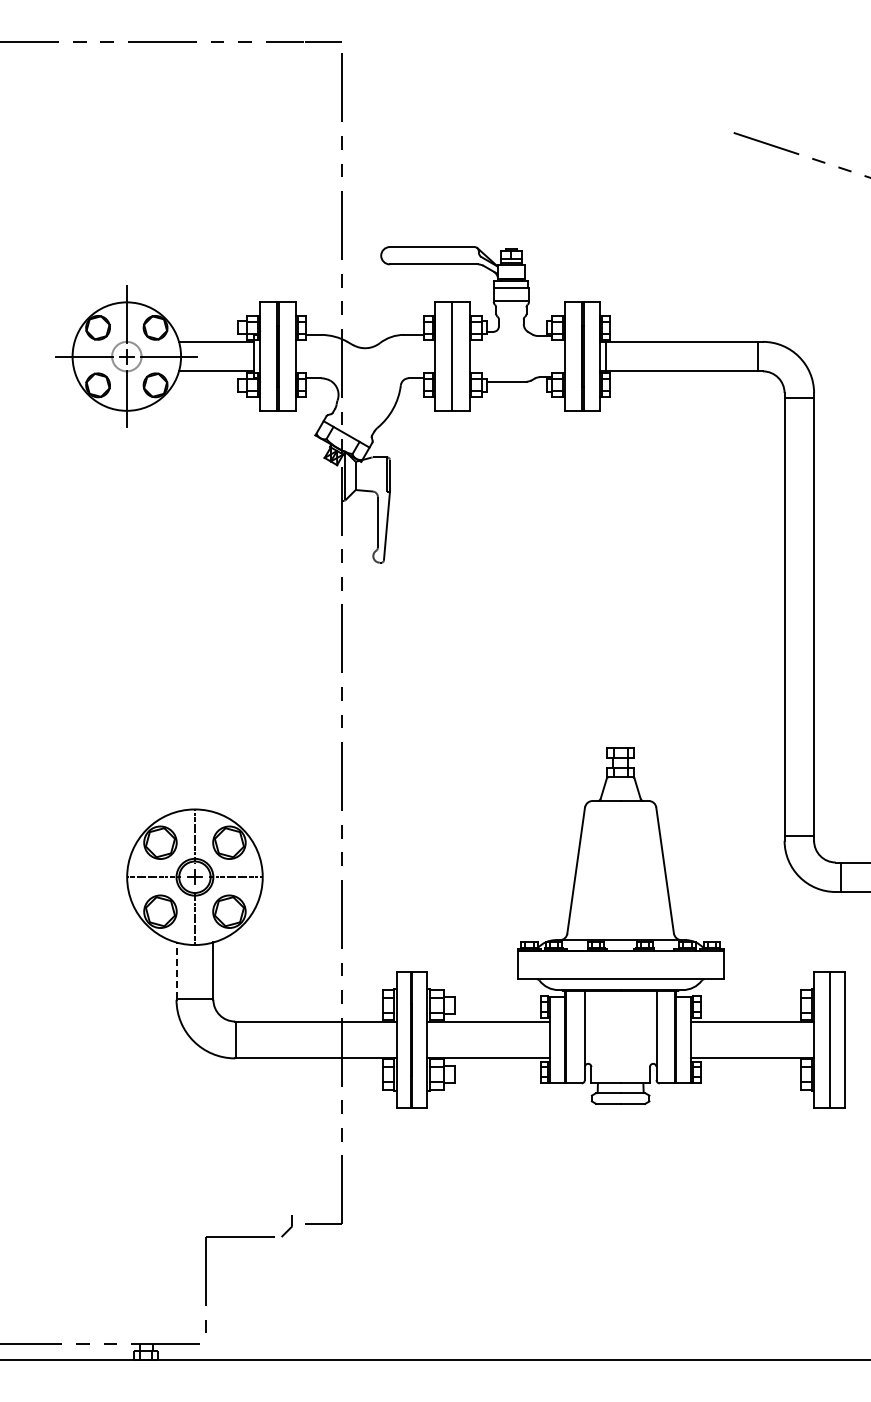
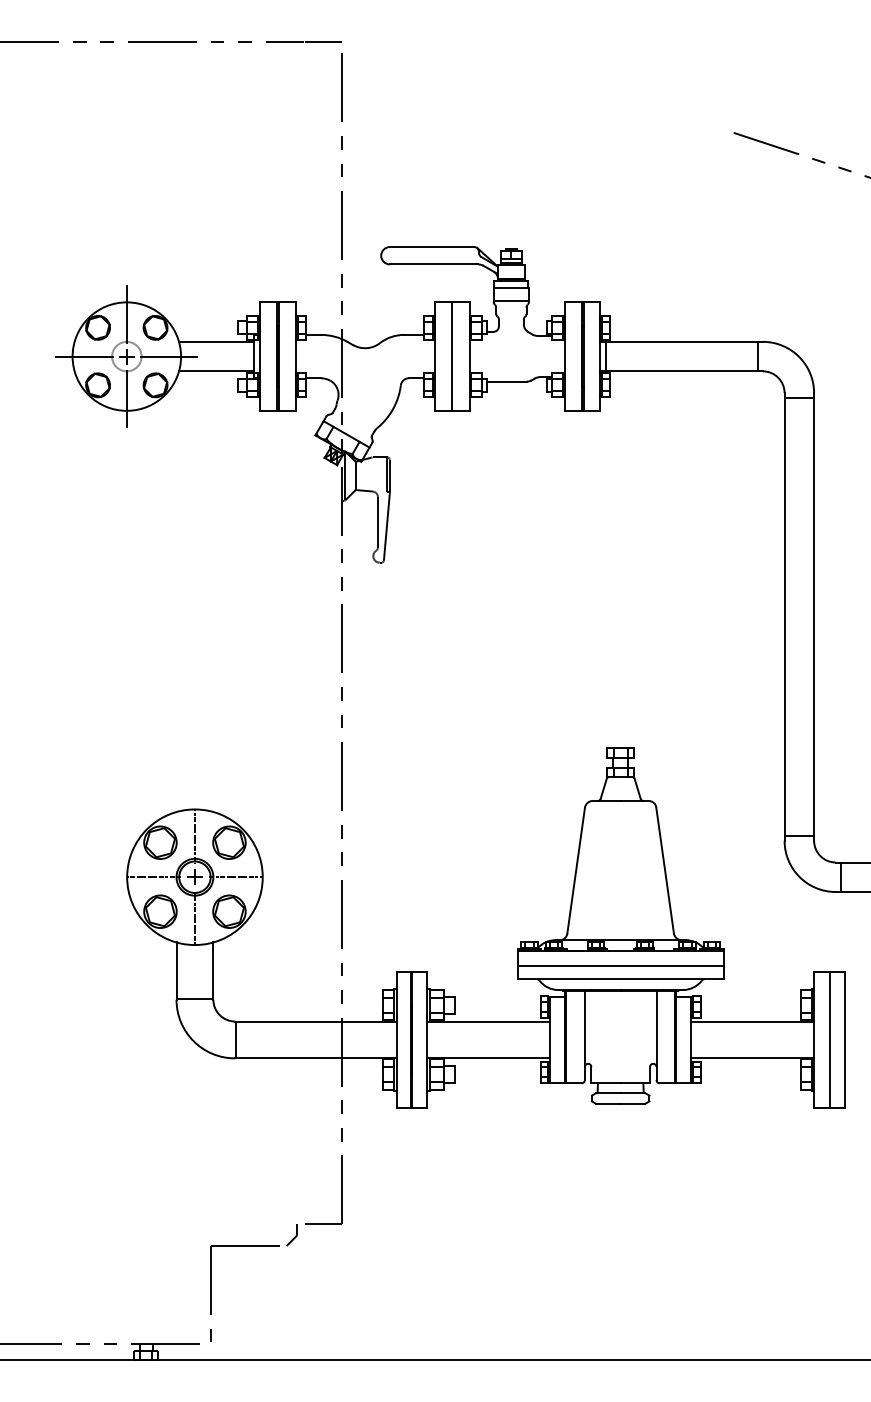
line at (620, 966): none -> present
line at (176, 970): dashed -> solid
part at (248, 1237) position: (248, 1237) -> (253, 1246)
